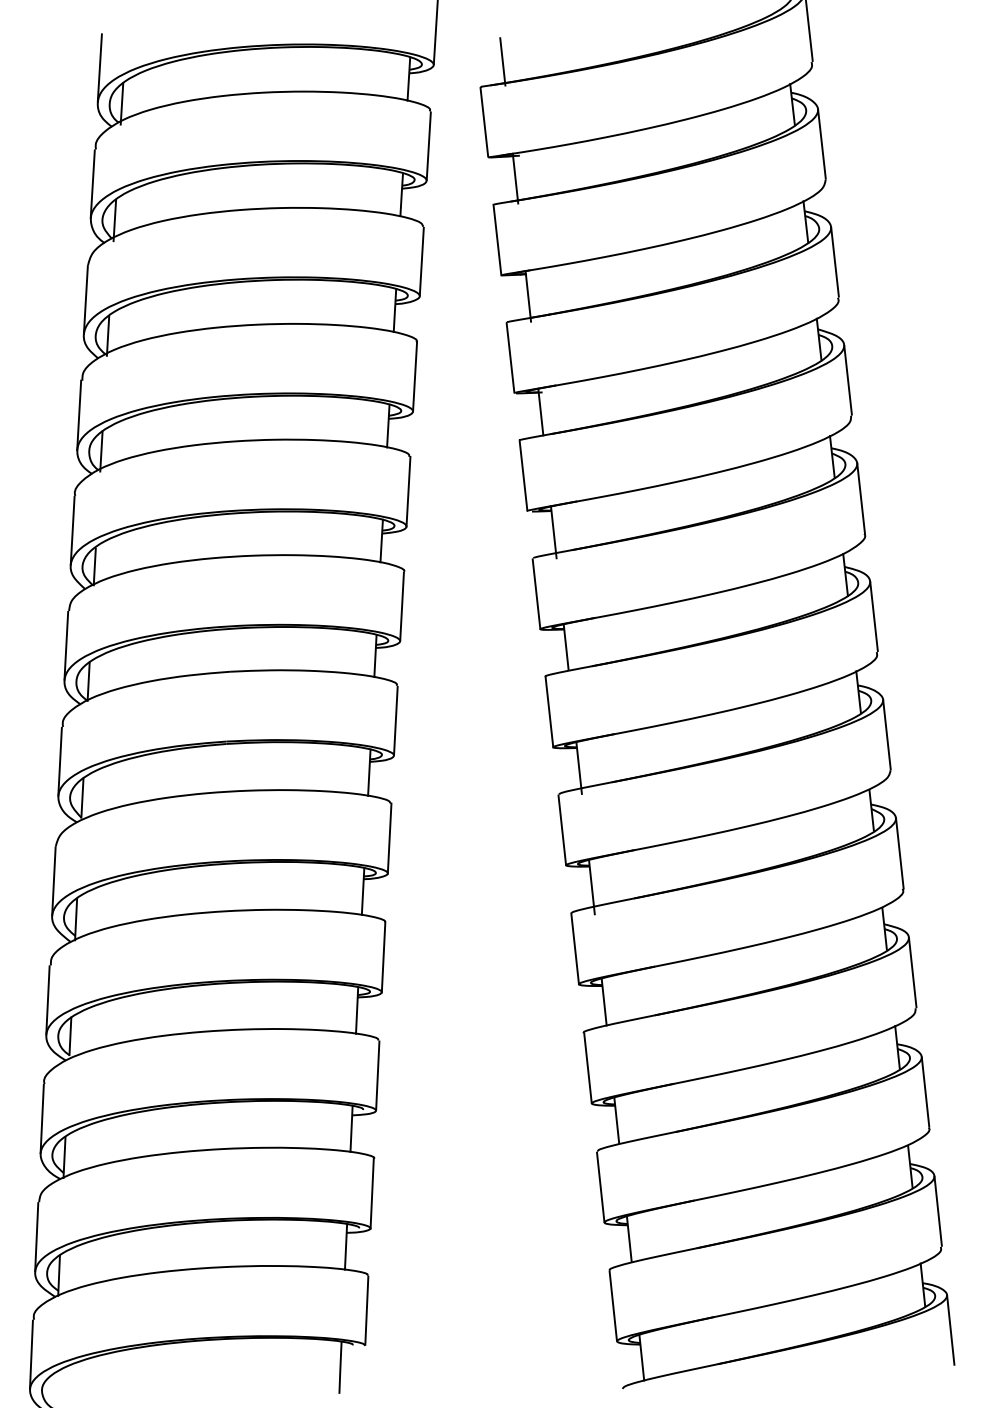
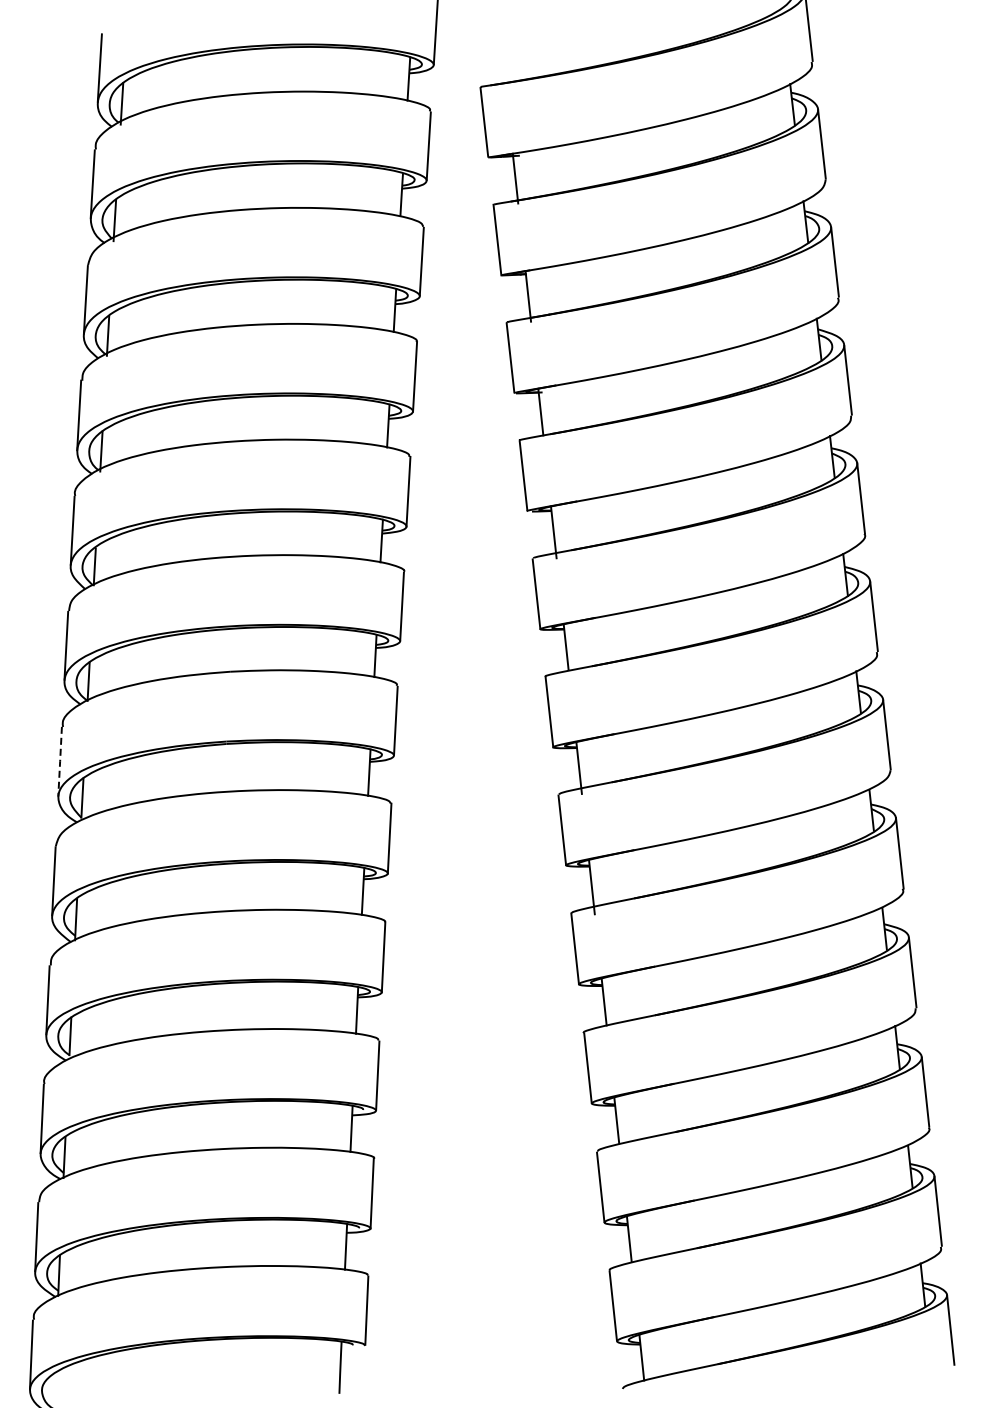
line at (502, 61): present -> none
line at (60, 761): solid -> dashed
